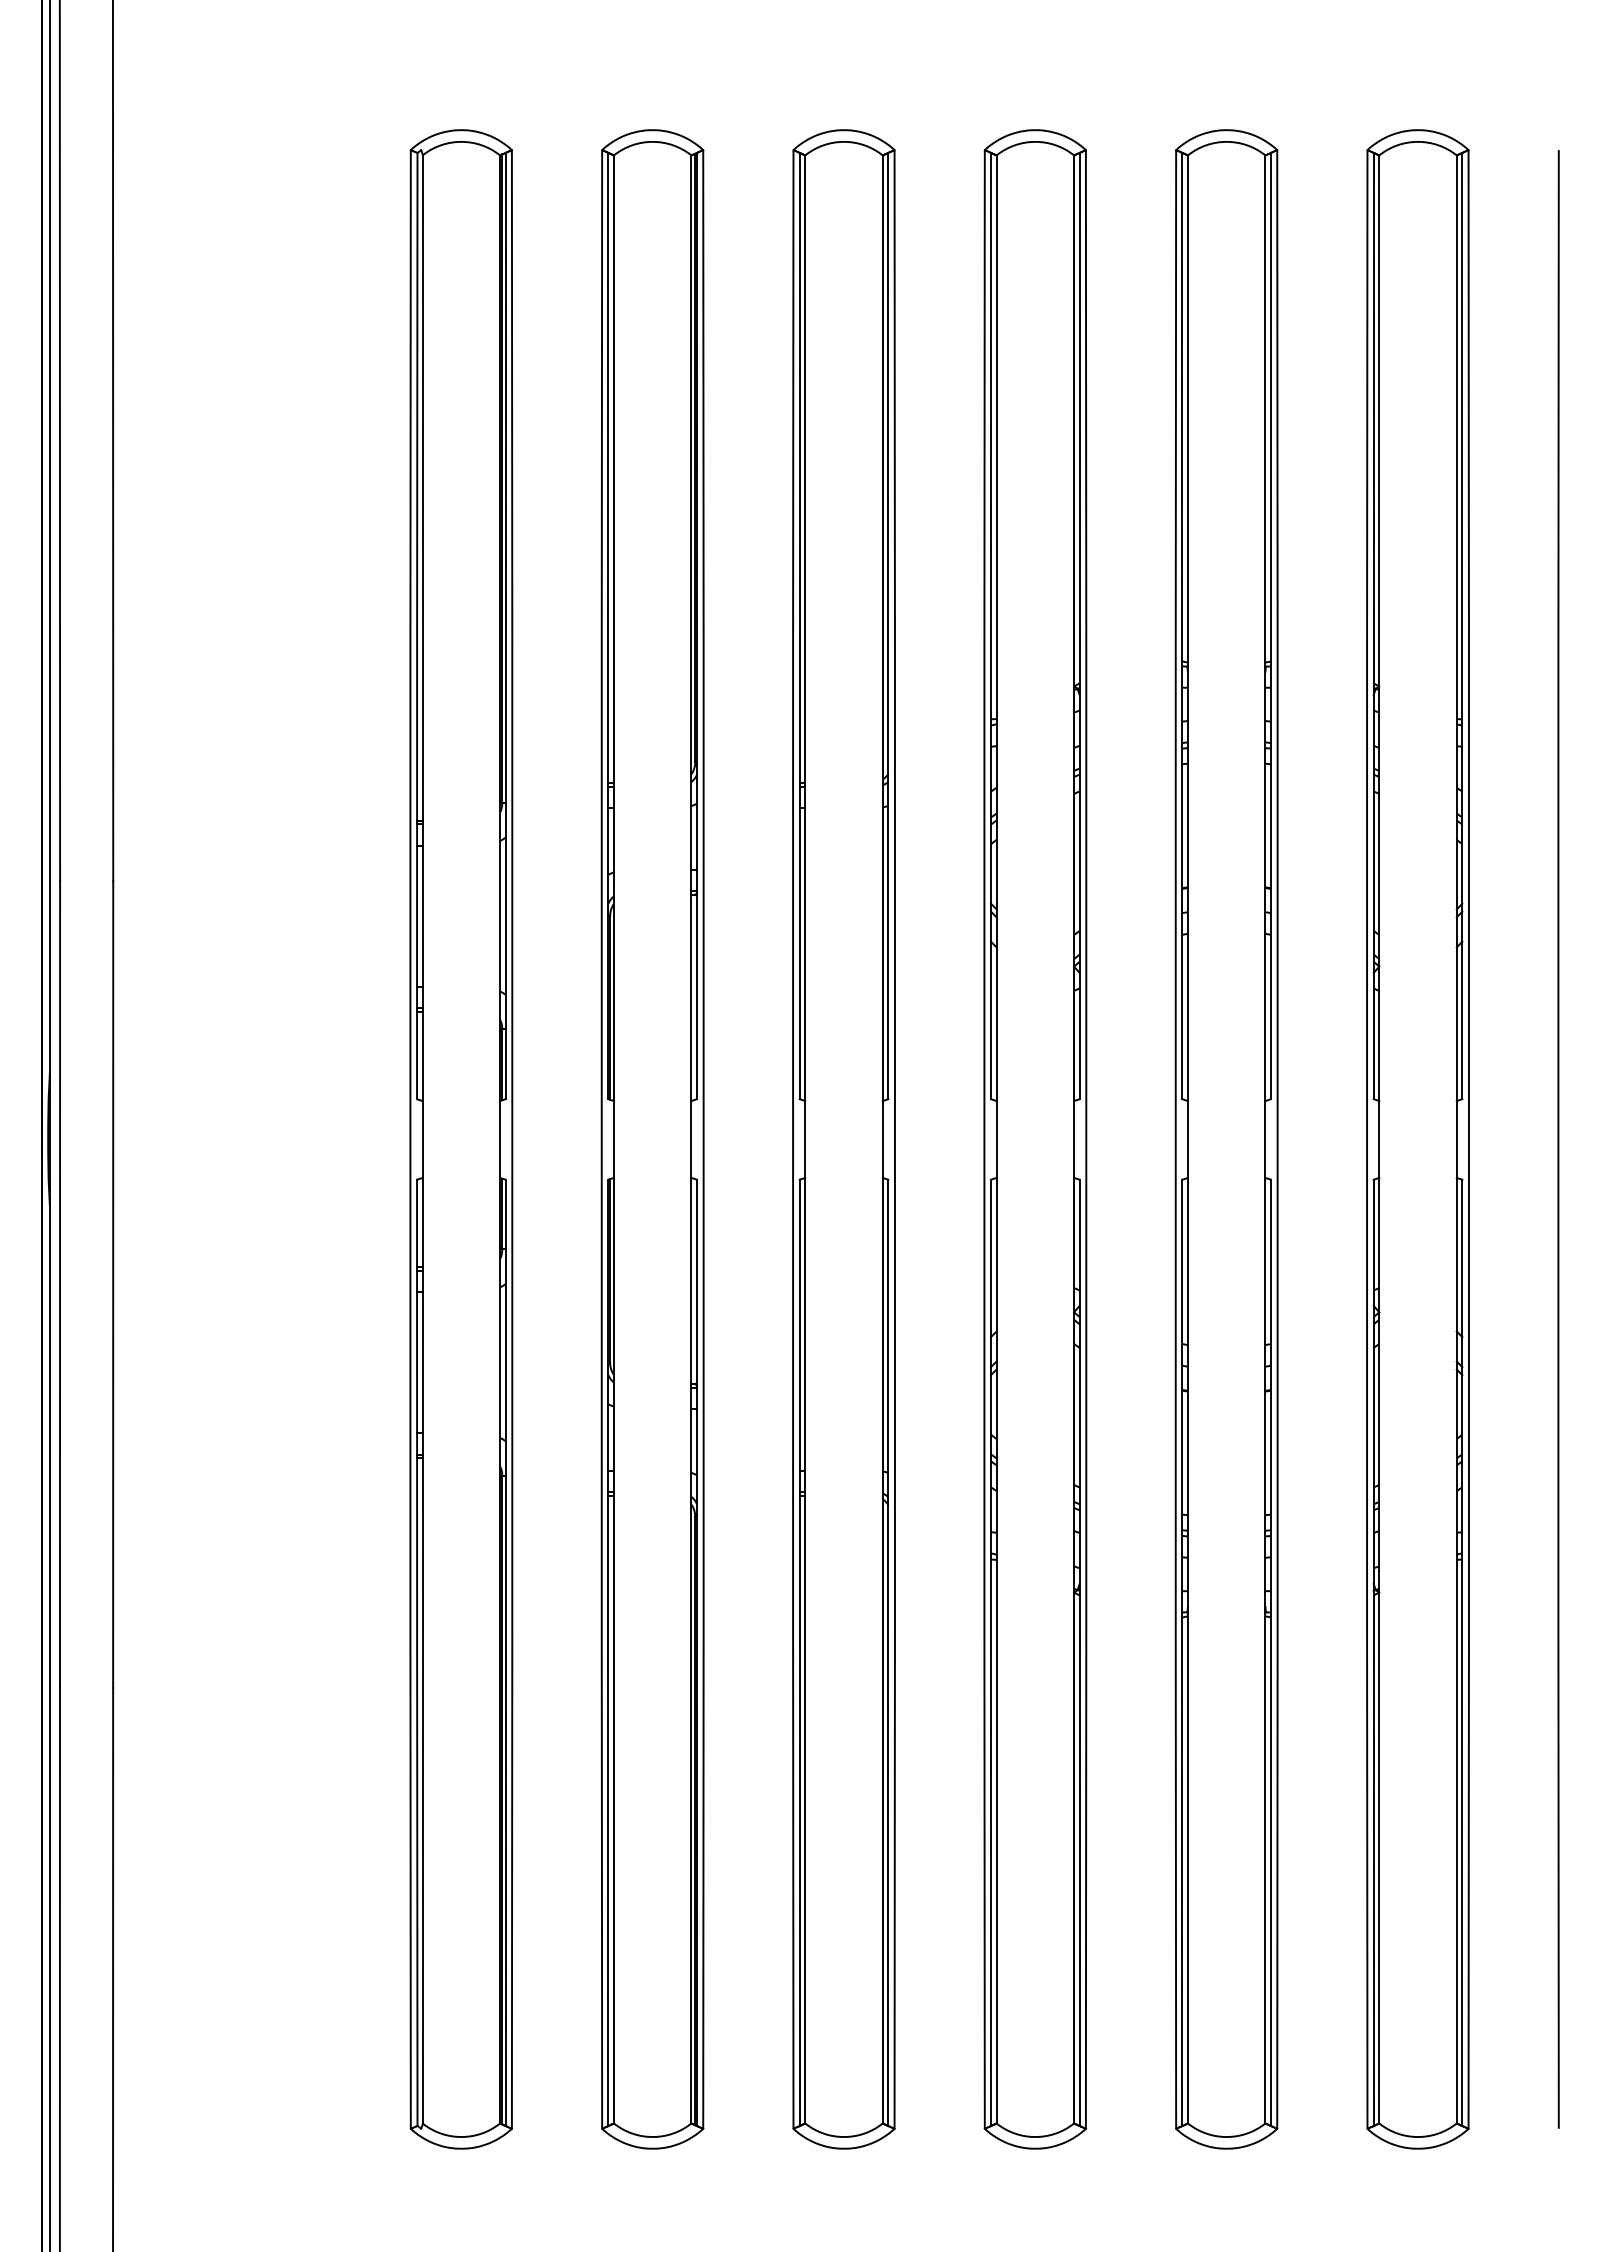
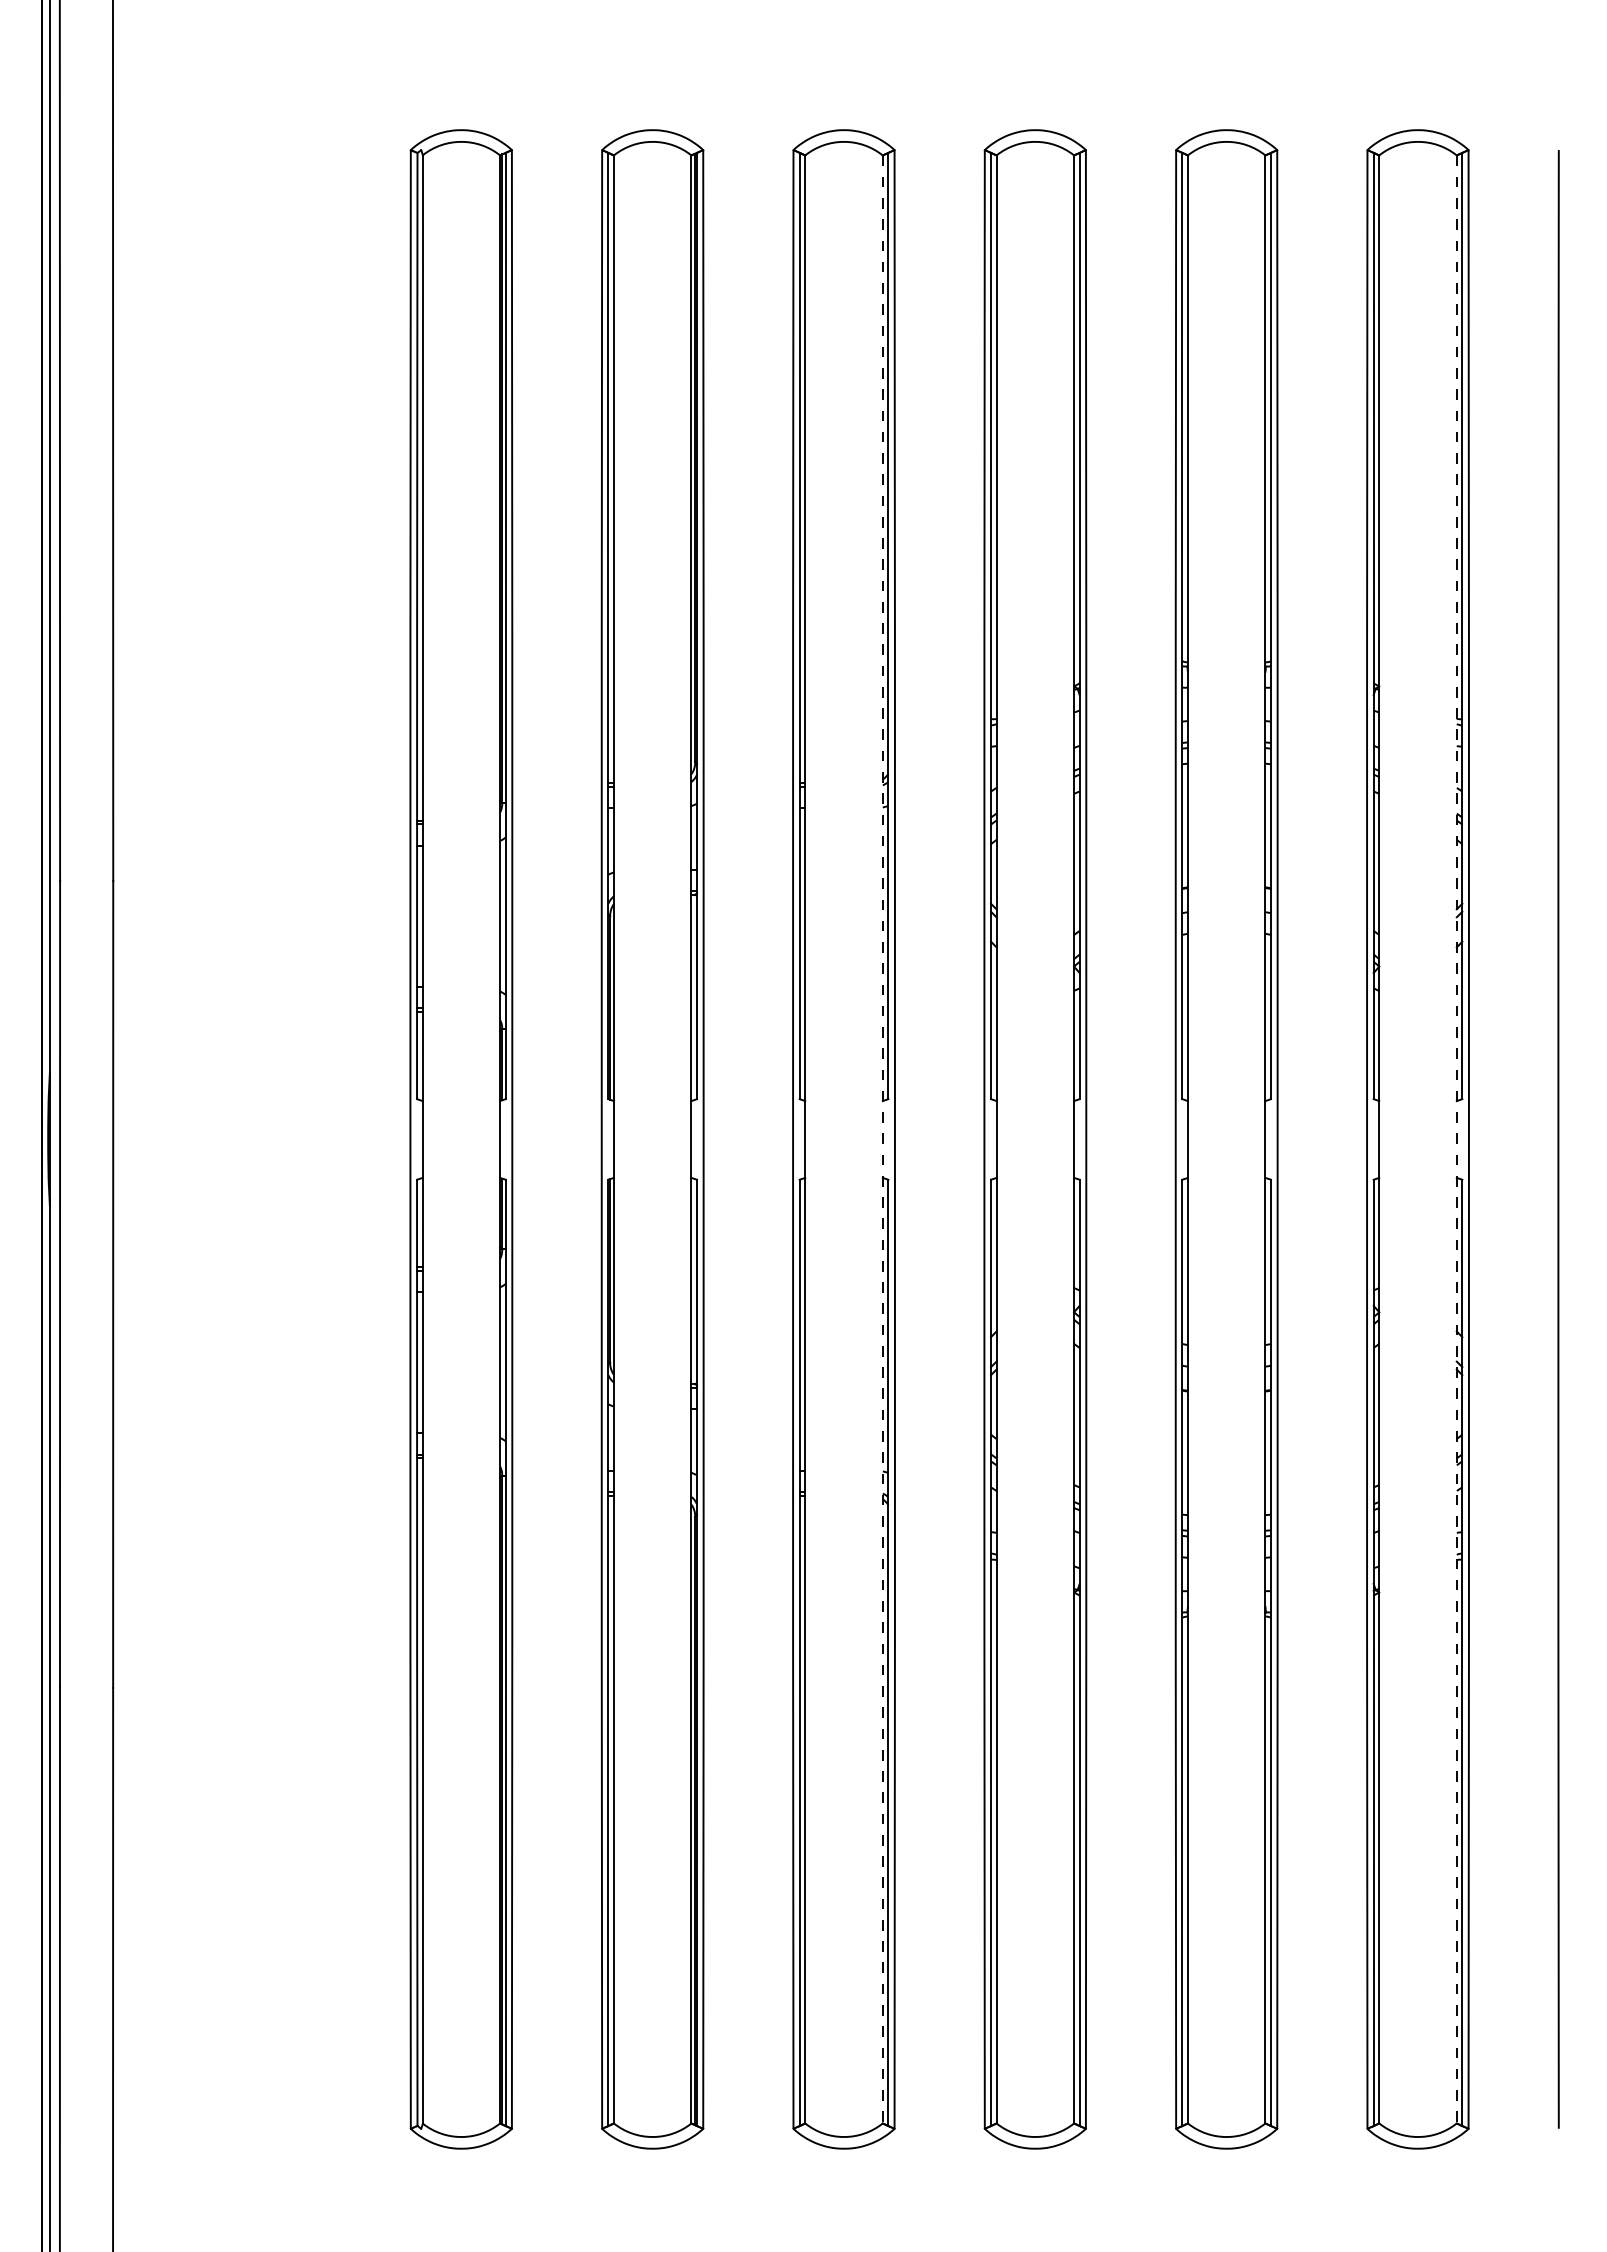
line at (882, 1139): solid -> dashed
line at (1456, 1139): solid -> dashed
